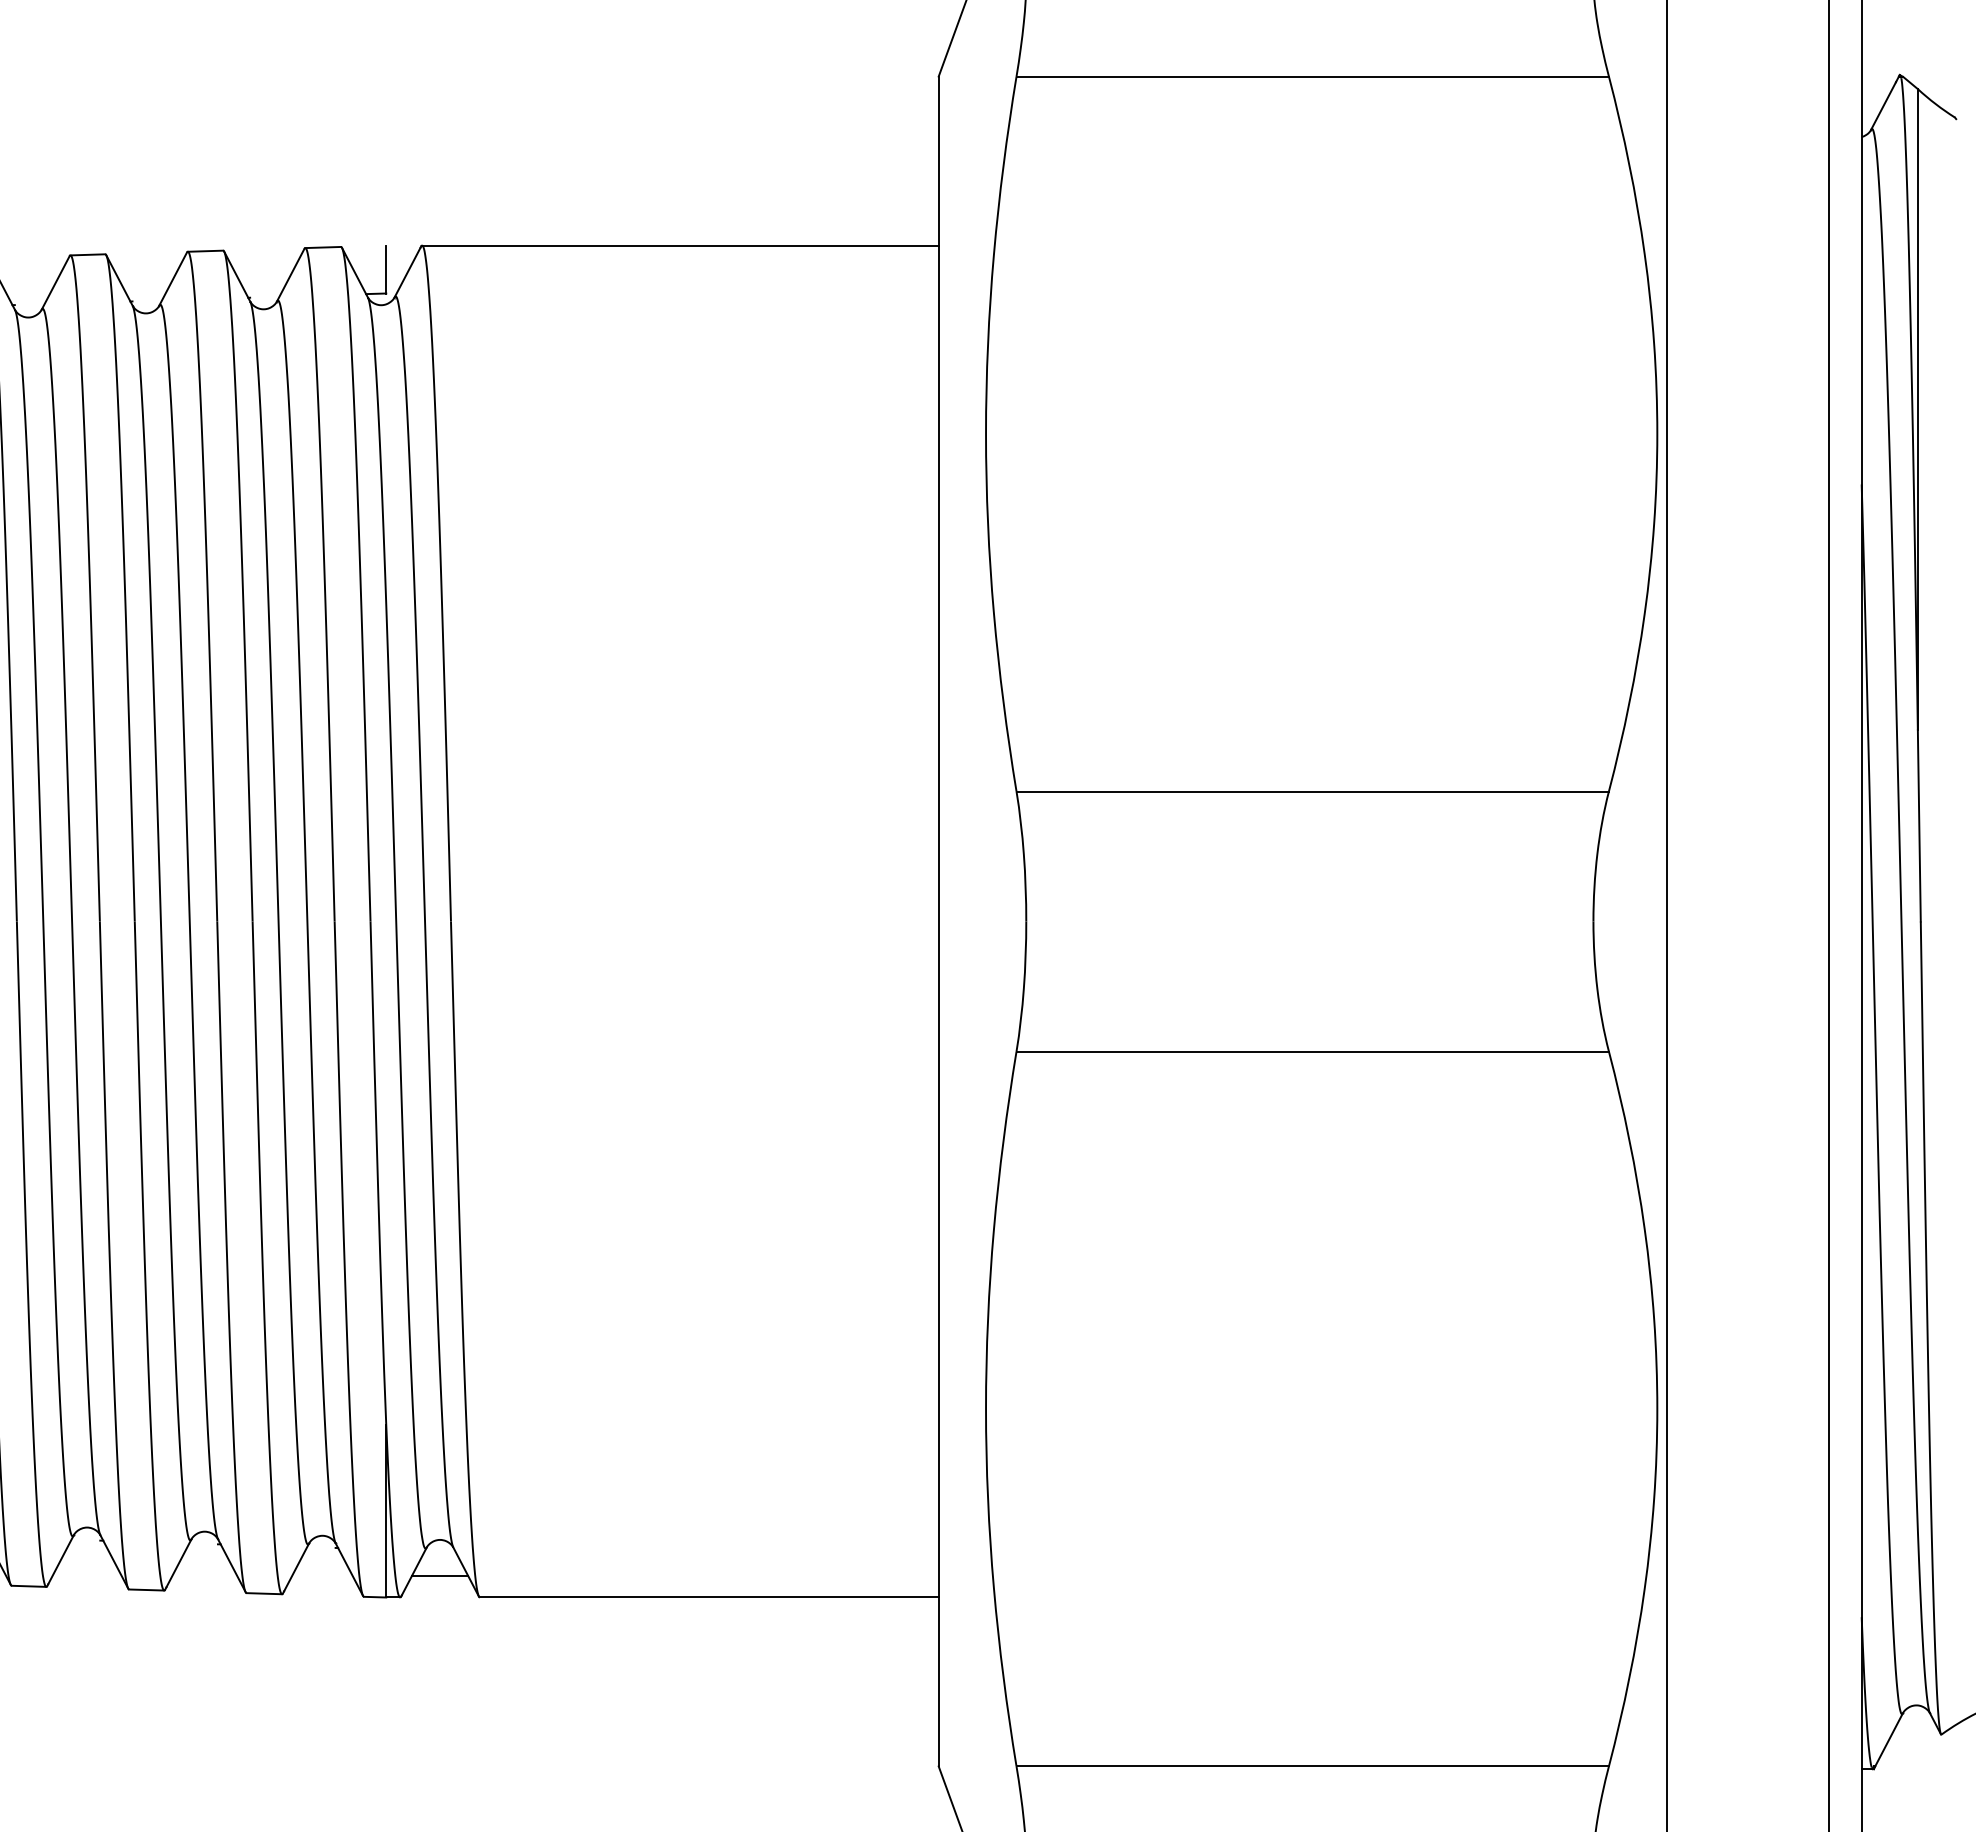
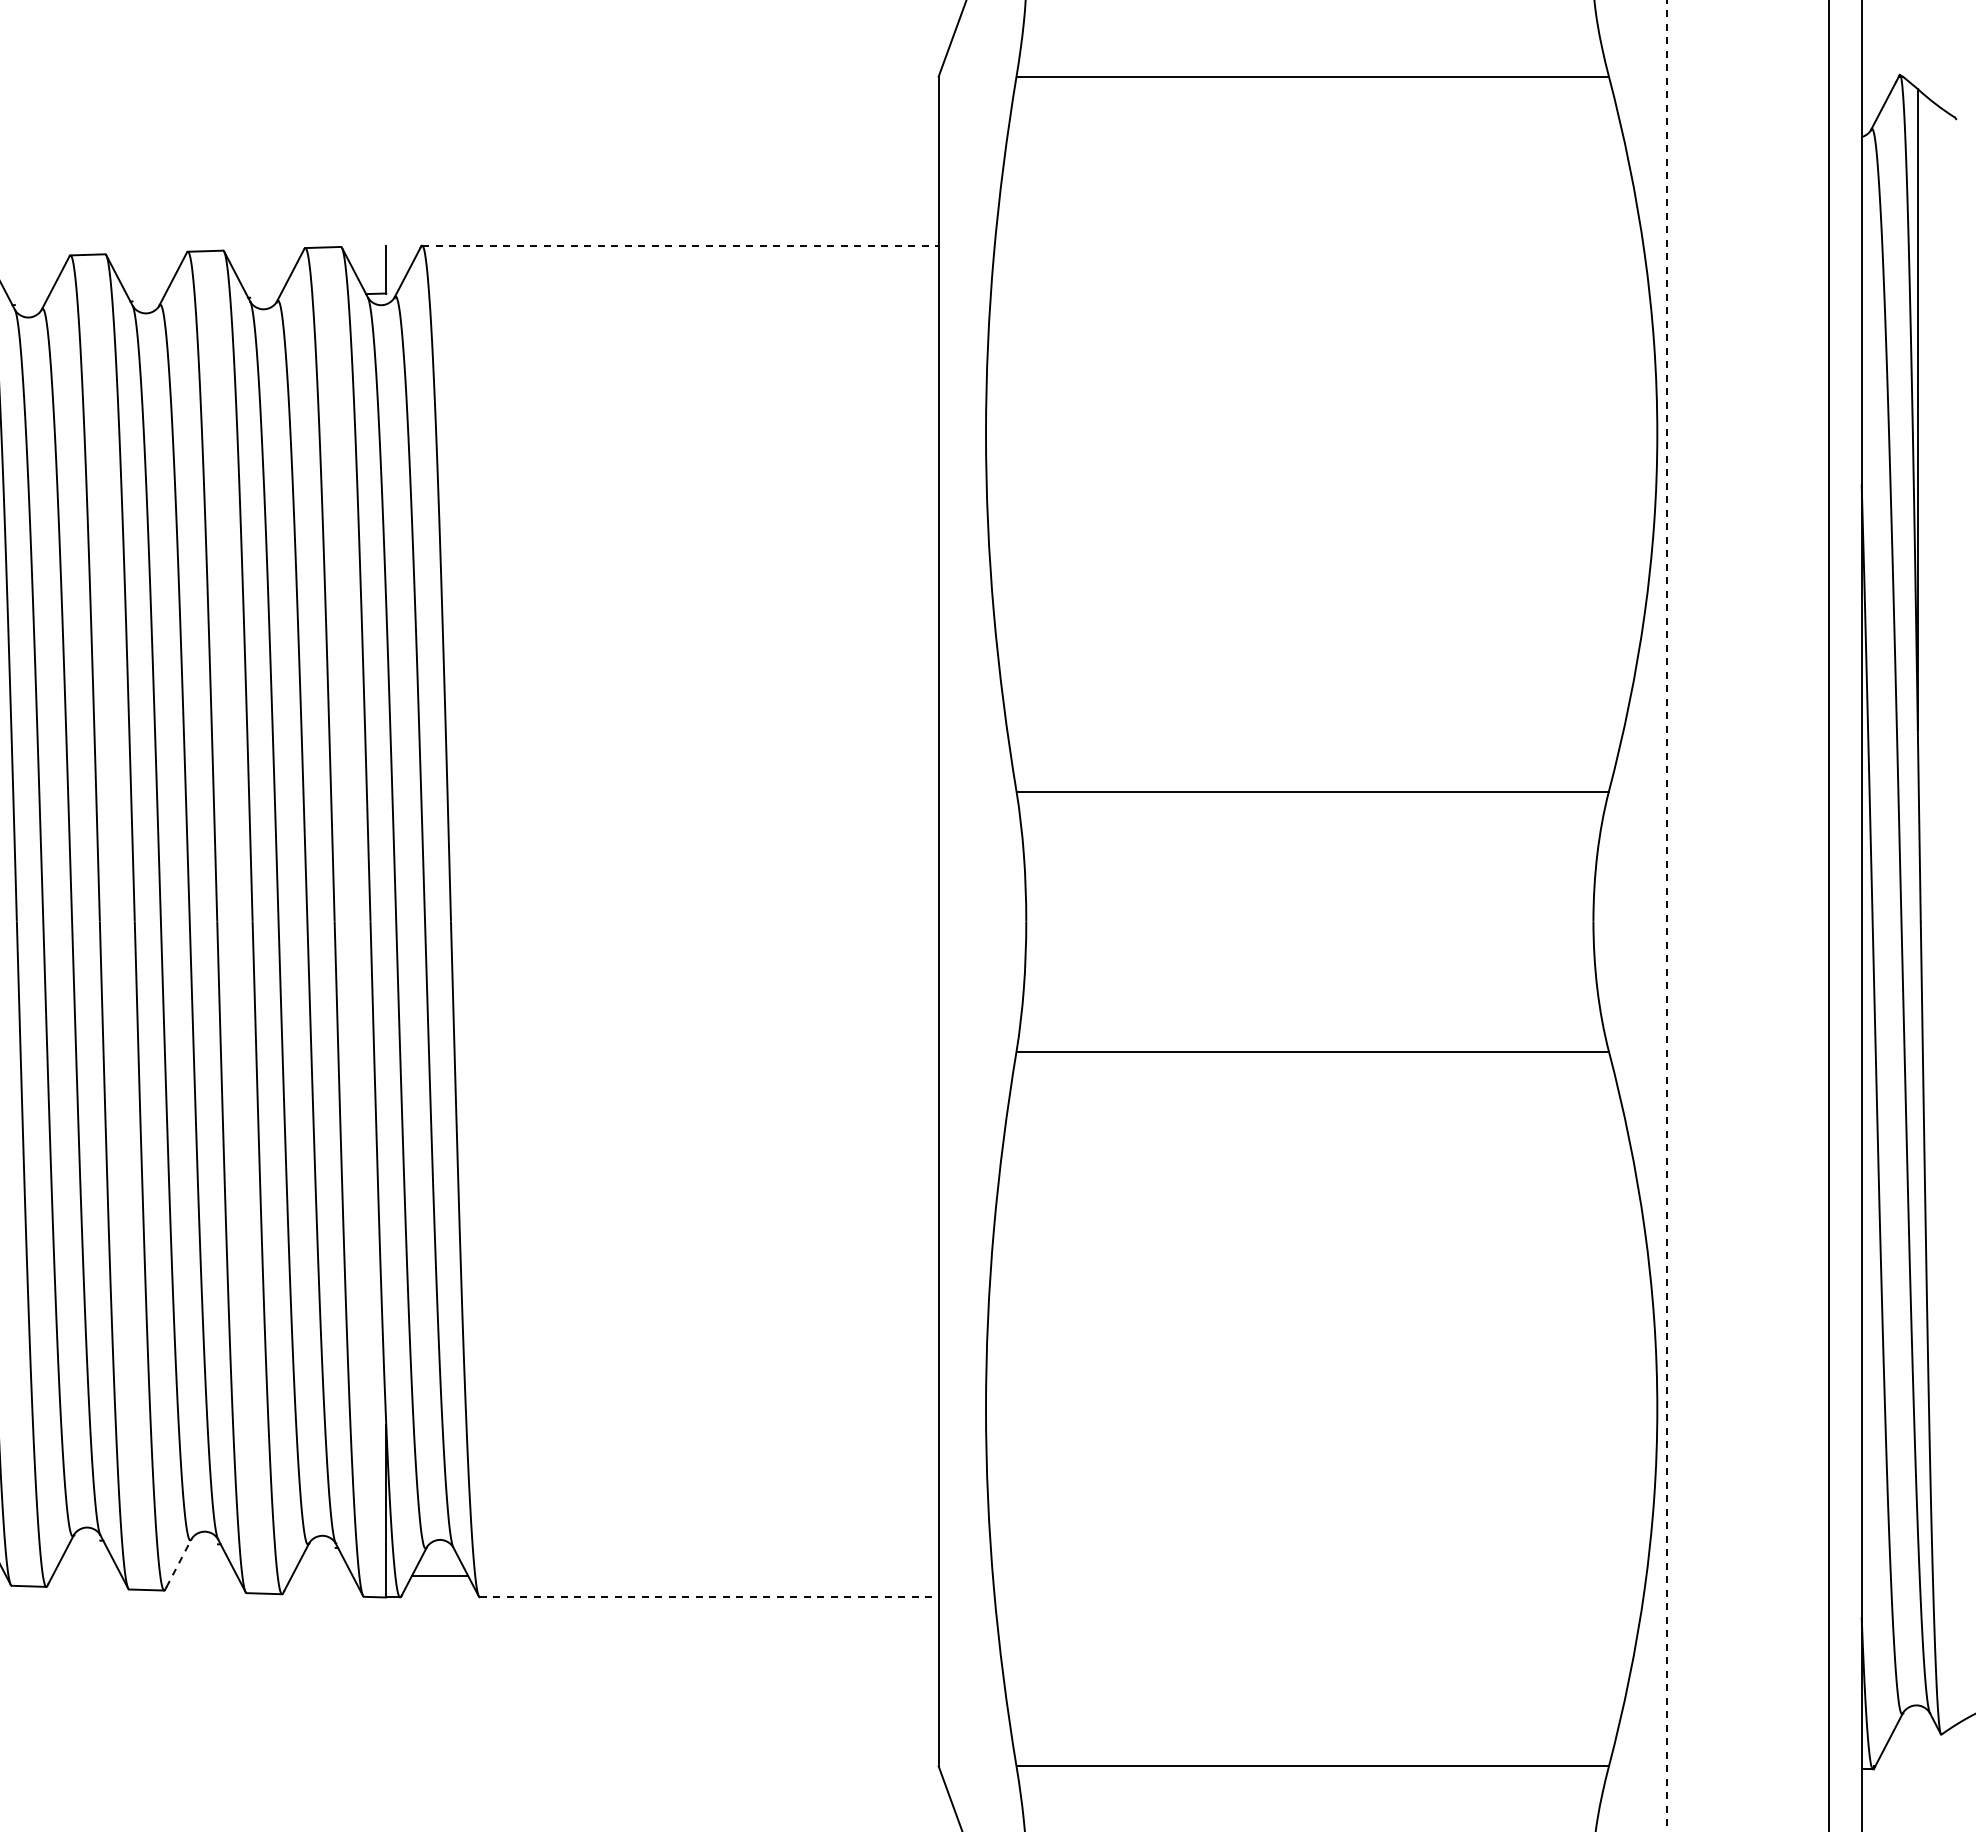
line at (680, 245): solid -> dashed
line at (1666, 915): solid -> dashed
line at (178, 1563): solid -> dashed
line at (709, 1597): solid -> dashed
